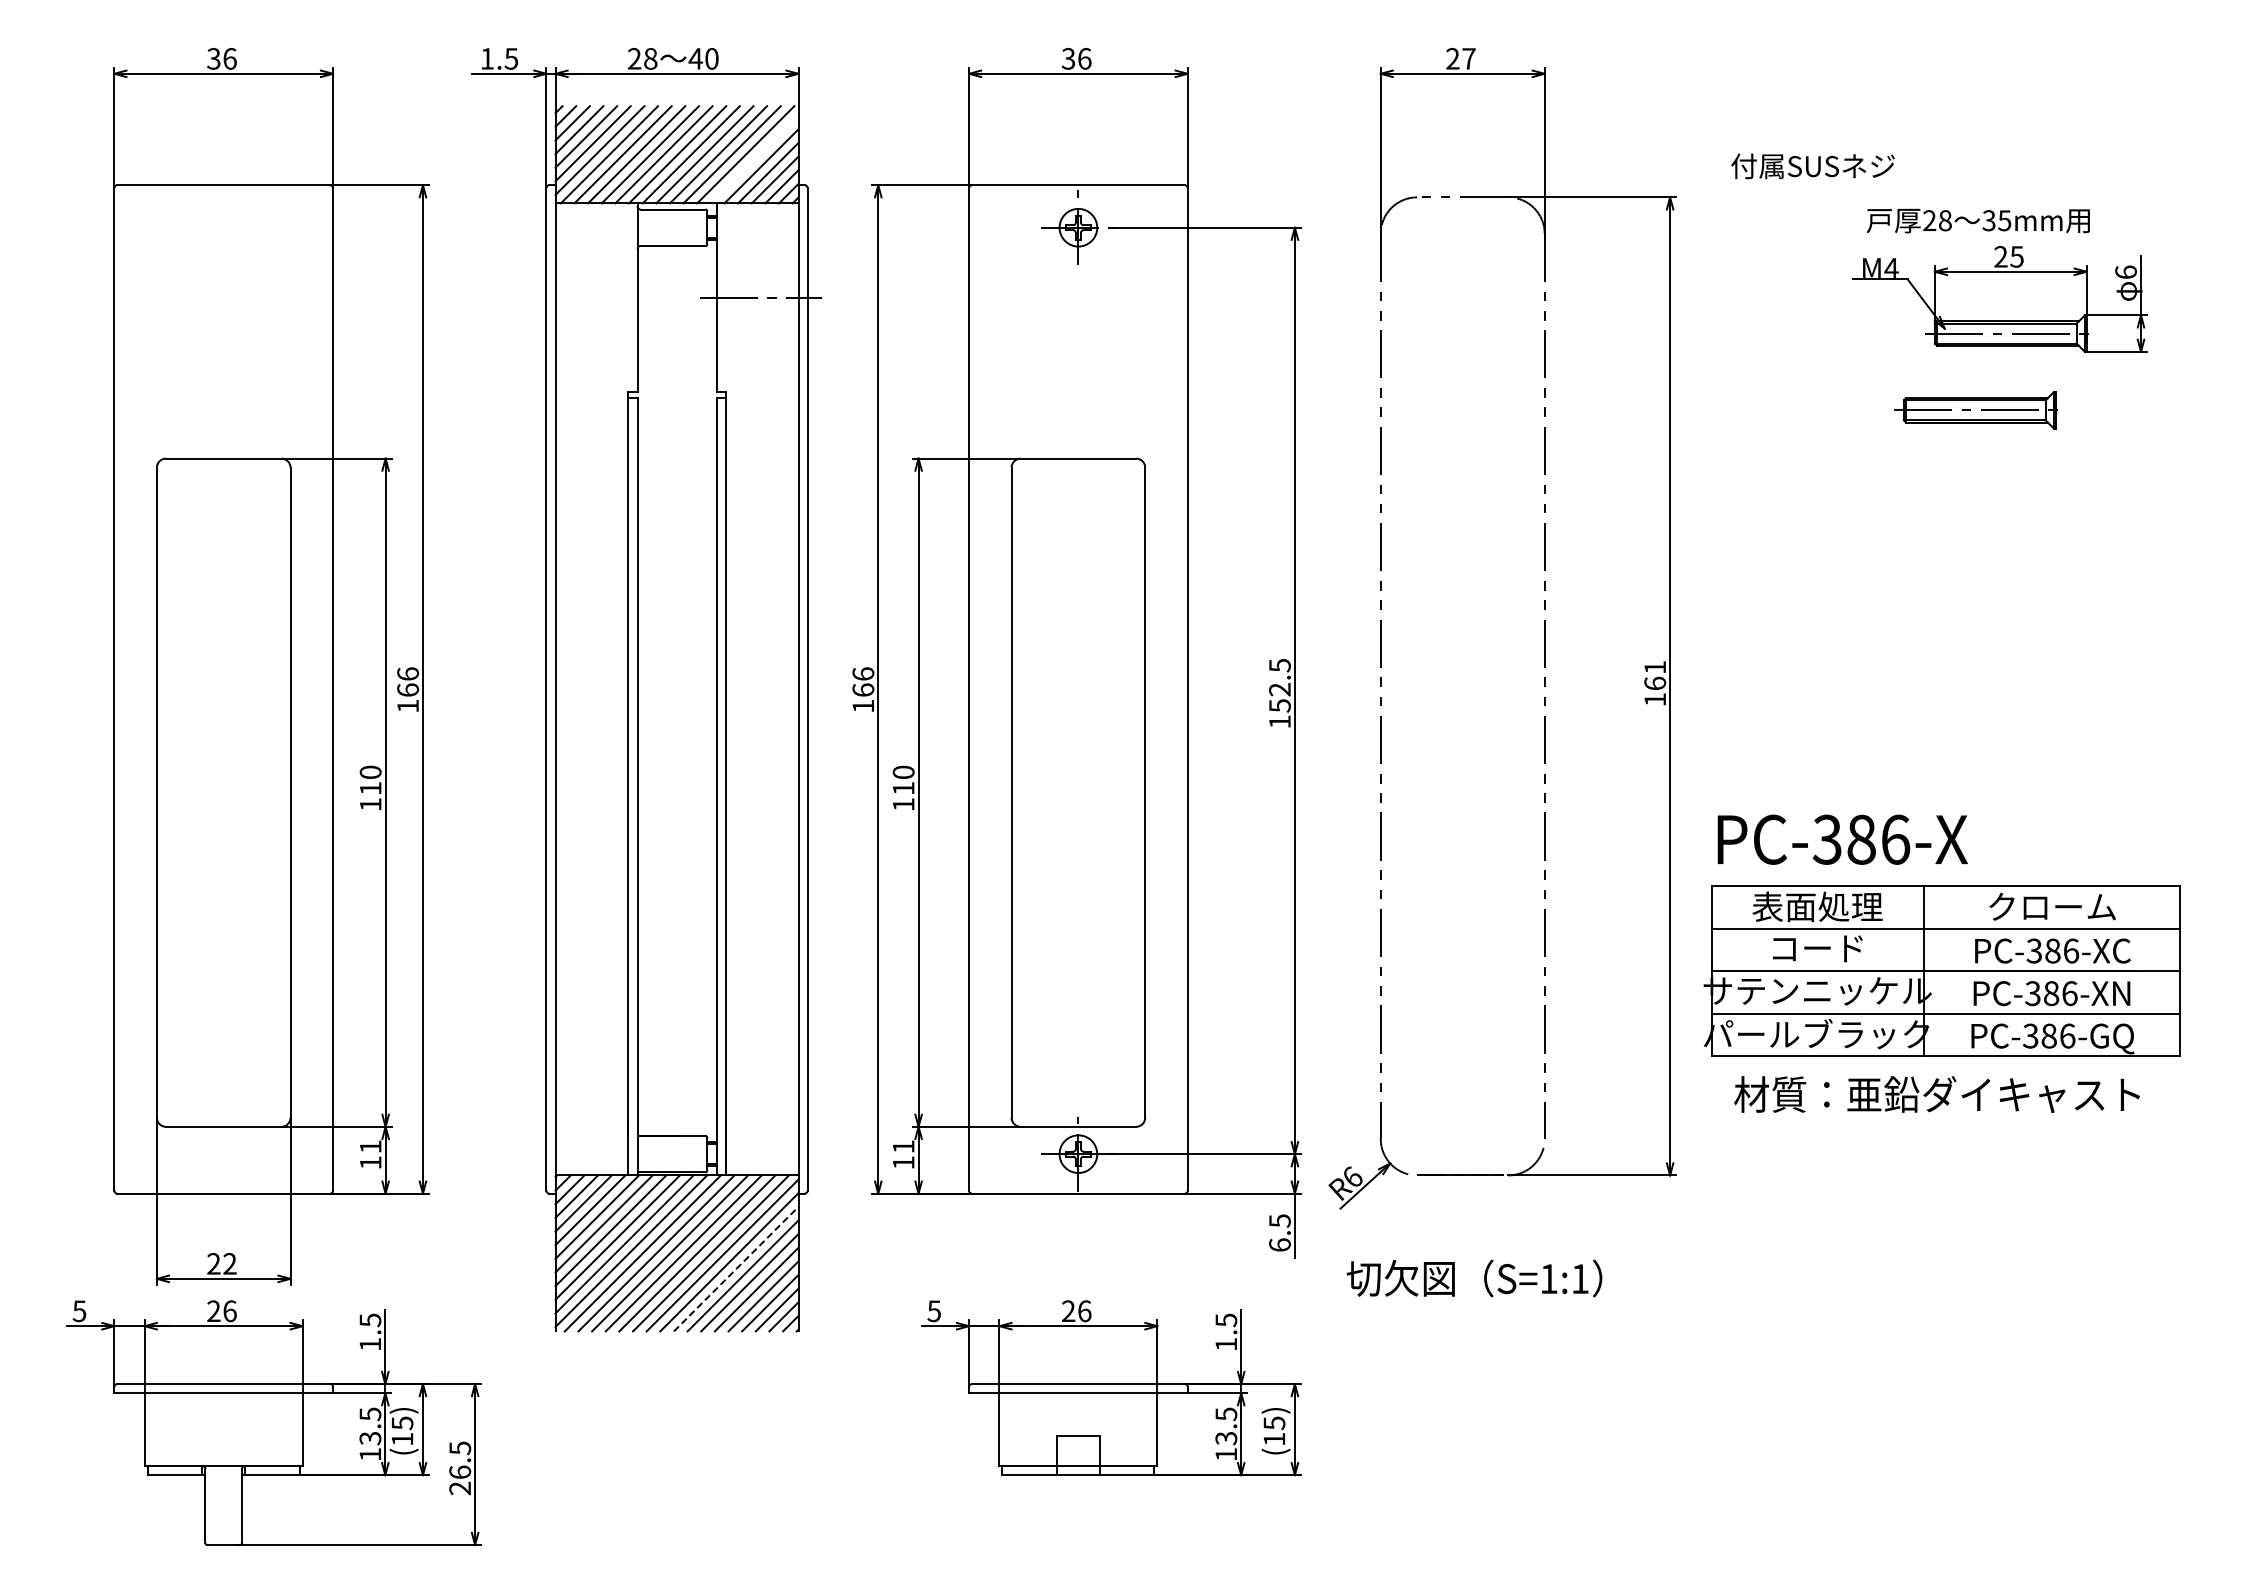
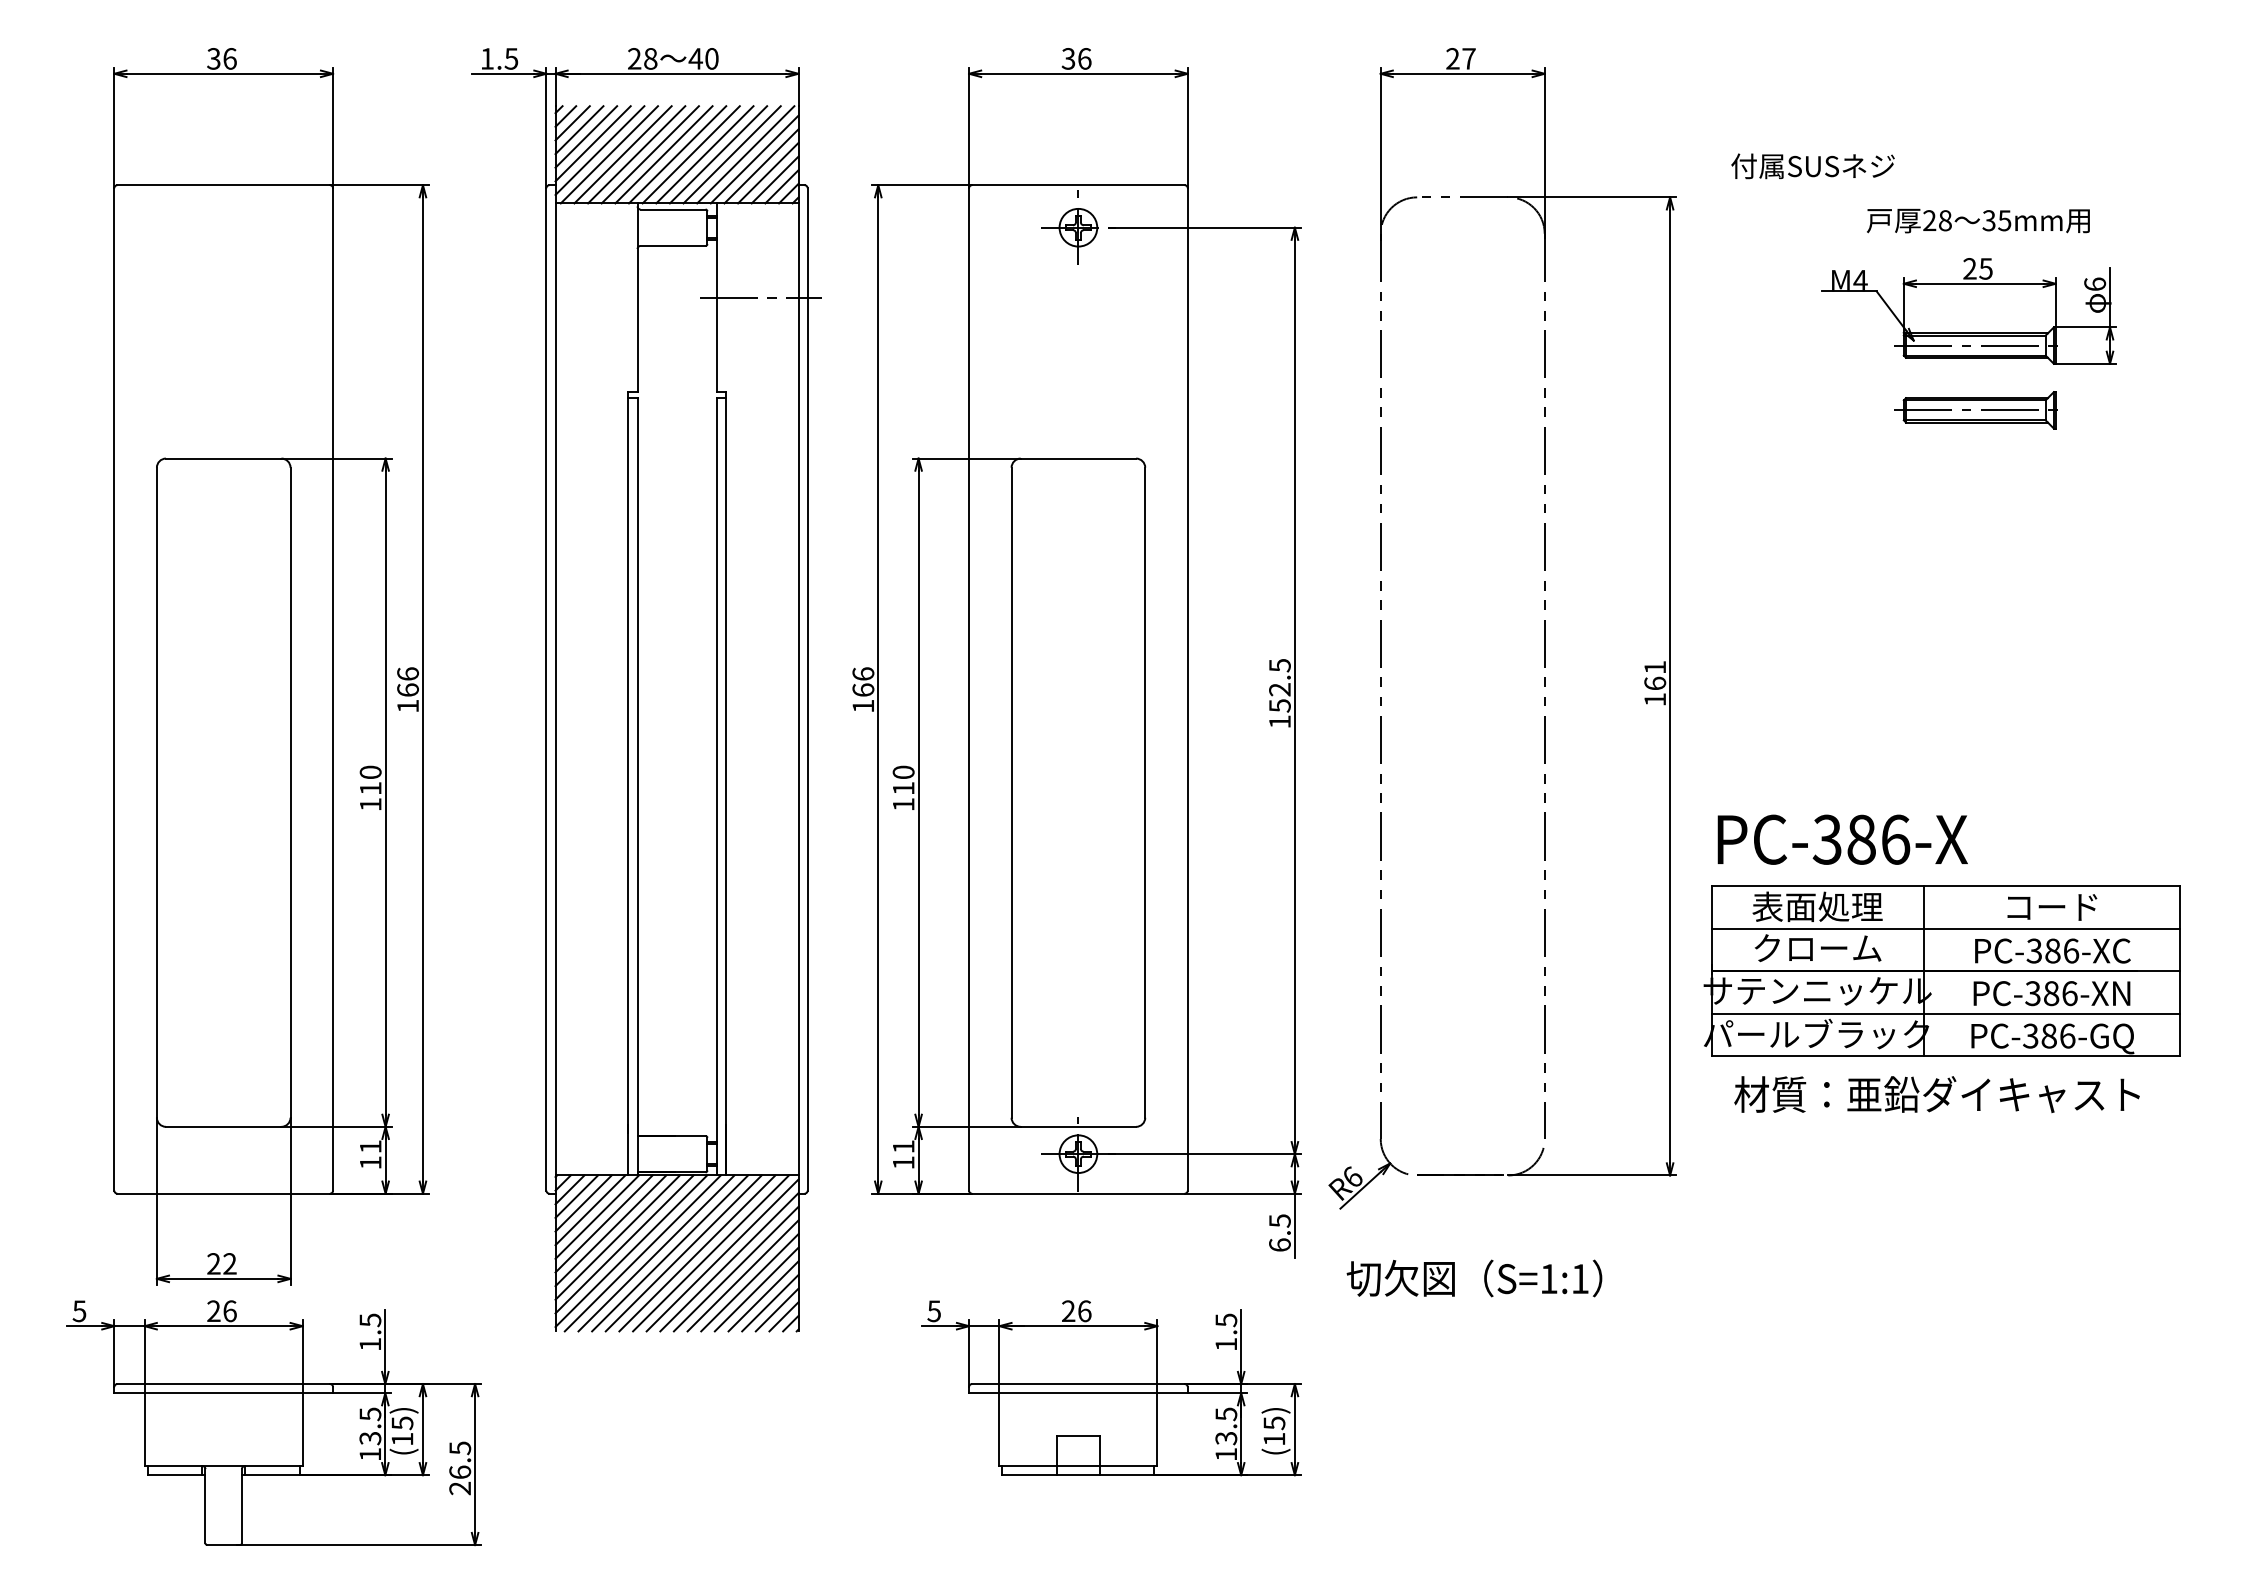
line at (754, 159): none -> present
part at (1999, 299) position: (1999, 299) -> (1968, 311)
text at (2052, 906): クローム -> コード
text at (1817, 948): コード -> クローム
line at (736, 1268): dashed -> solid
